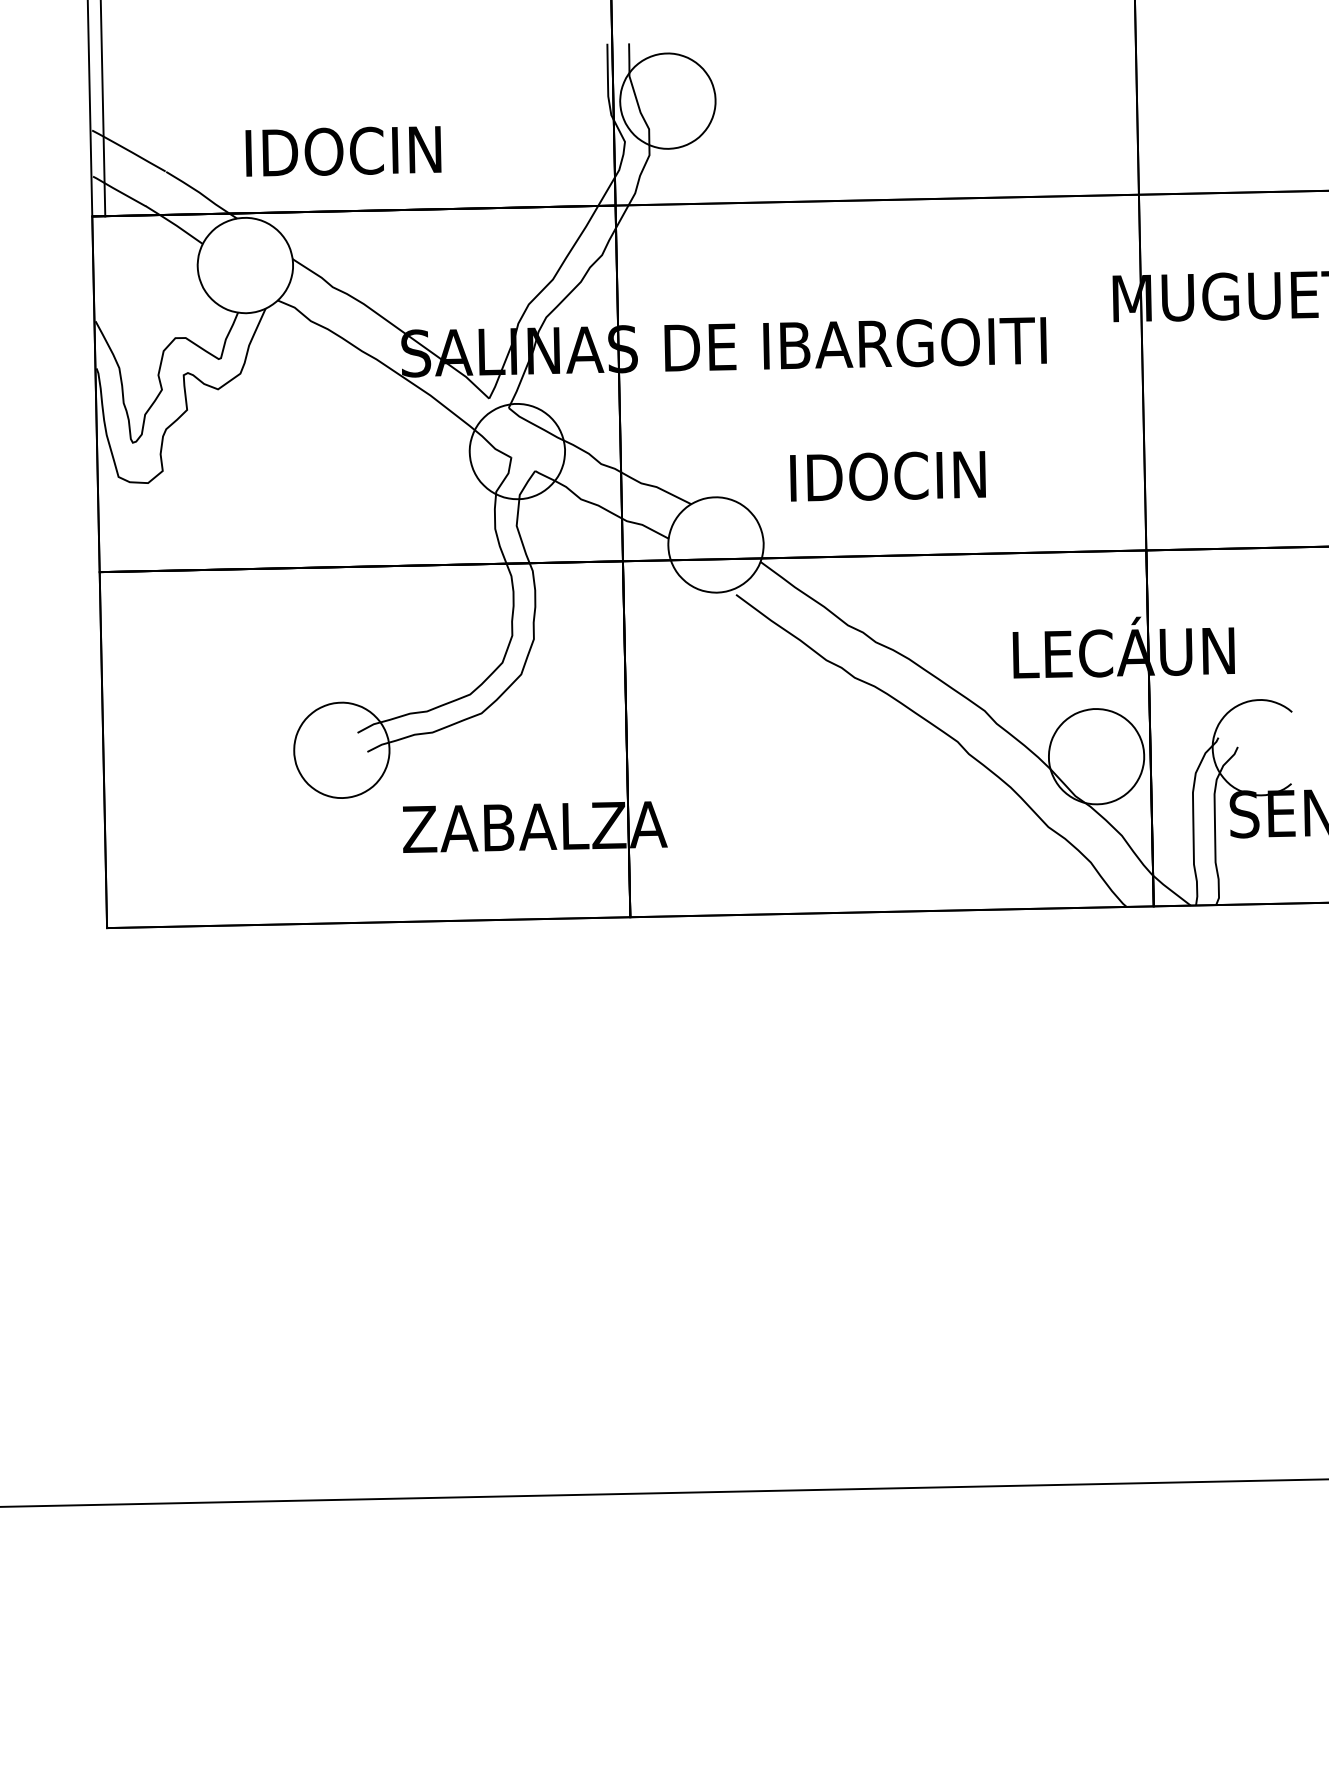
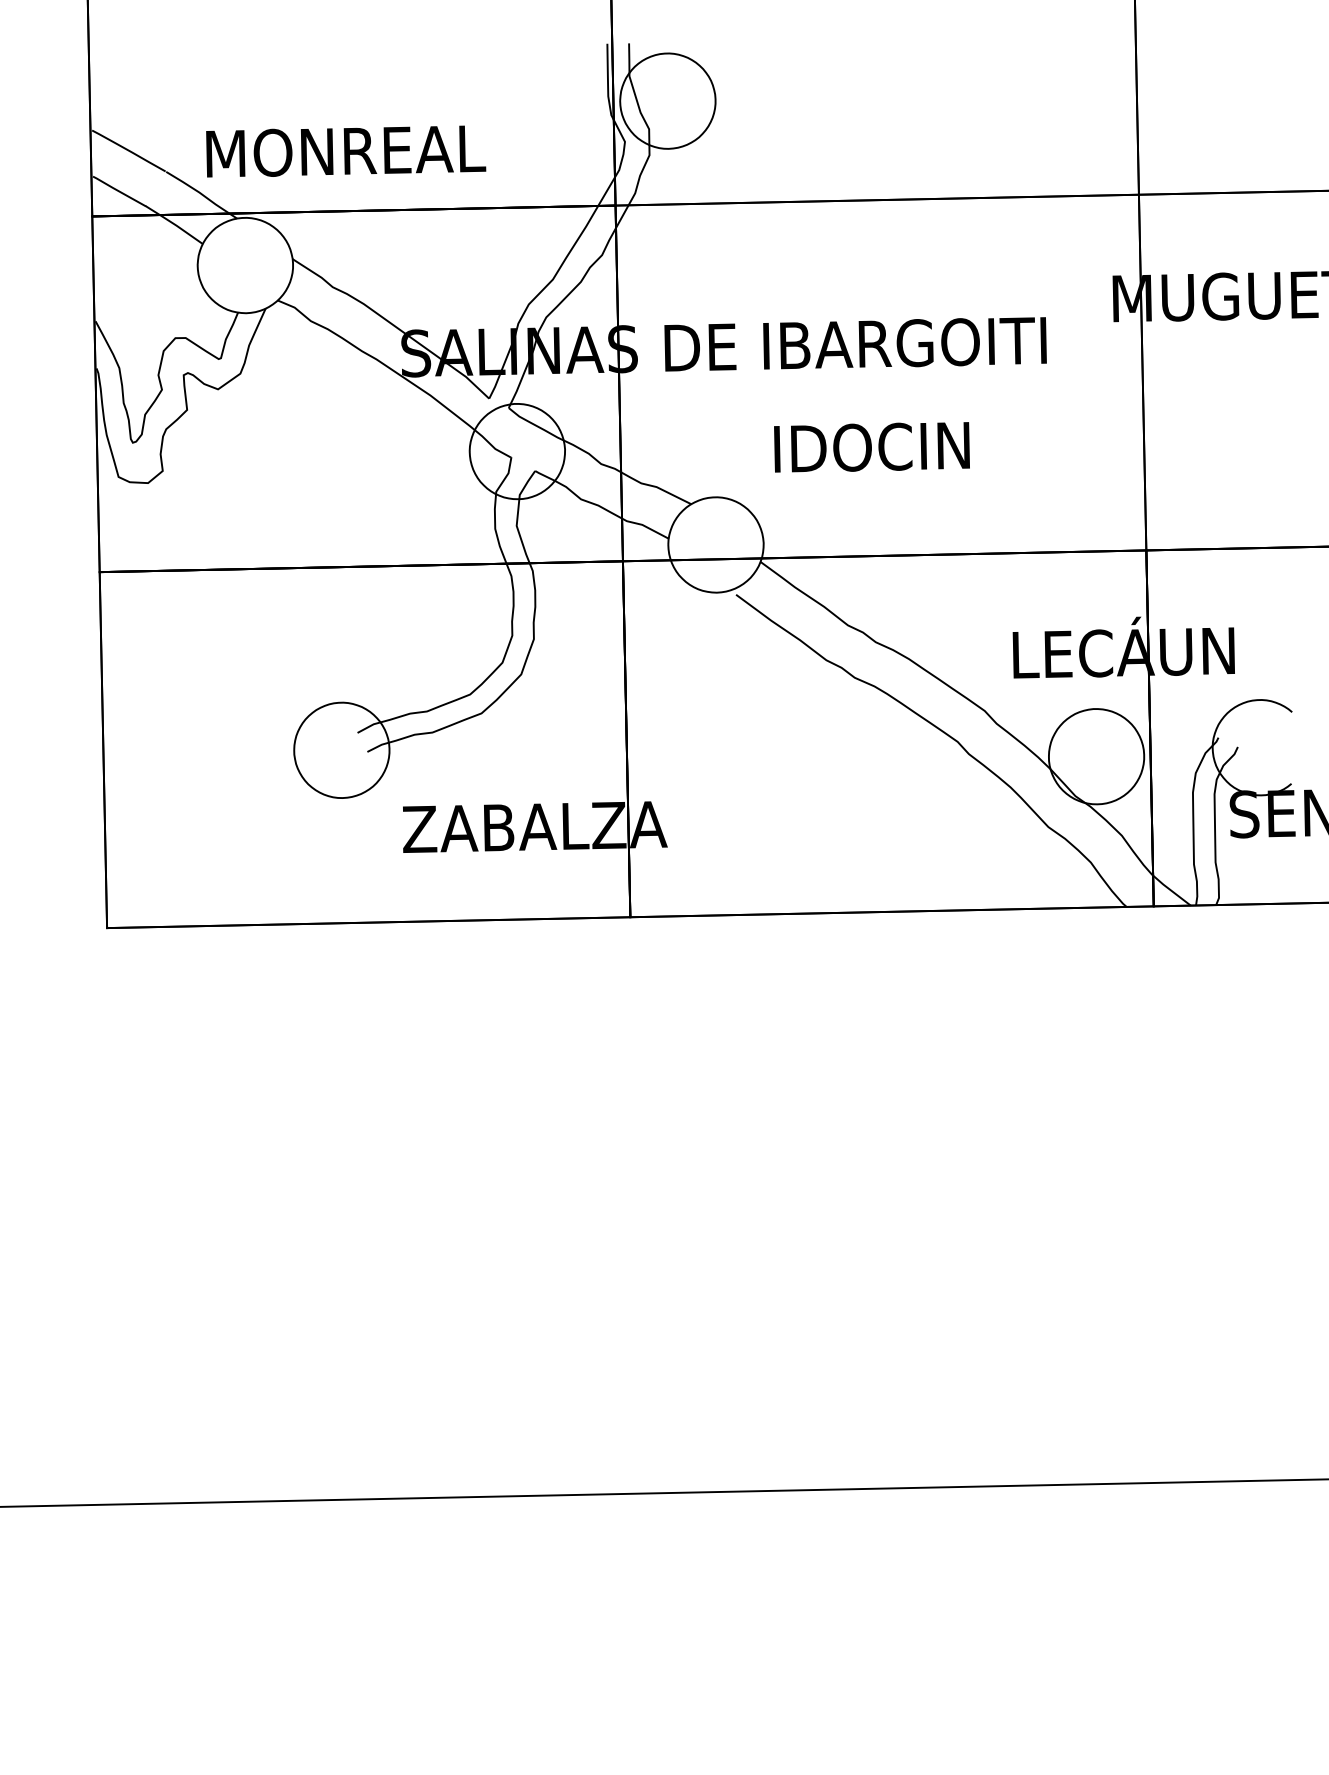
line at (102, 109) position: (102, 109) -> (89, 109)
text at (346, 151): IDOCIN -> MONREAL
text at (887, 476) position: (887, 476) -> (871, 447)
